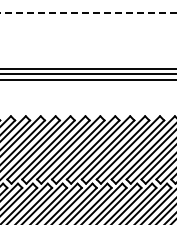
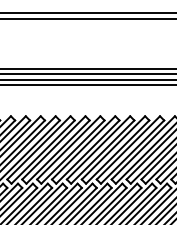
line at (88, 13): dashed -> solid
line at (87, 18): none -> present
line at (87, 84): none -> present
